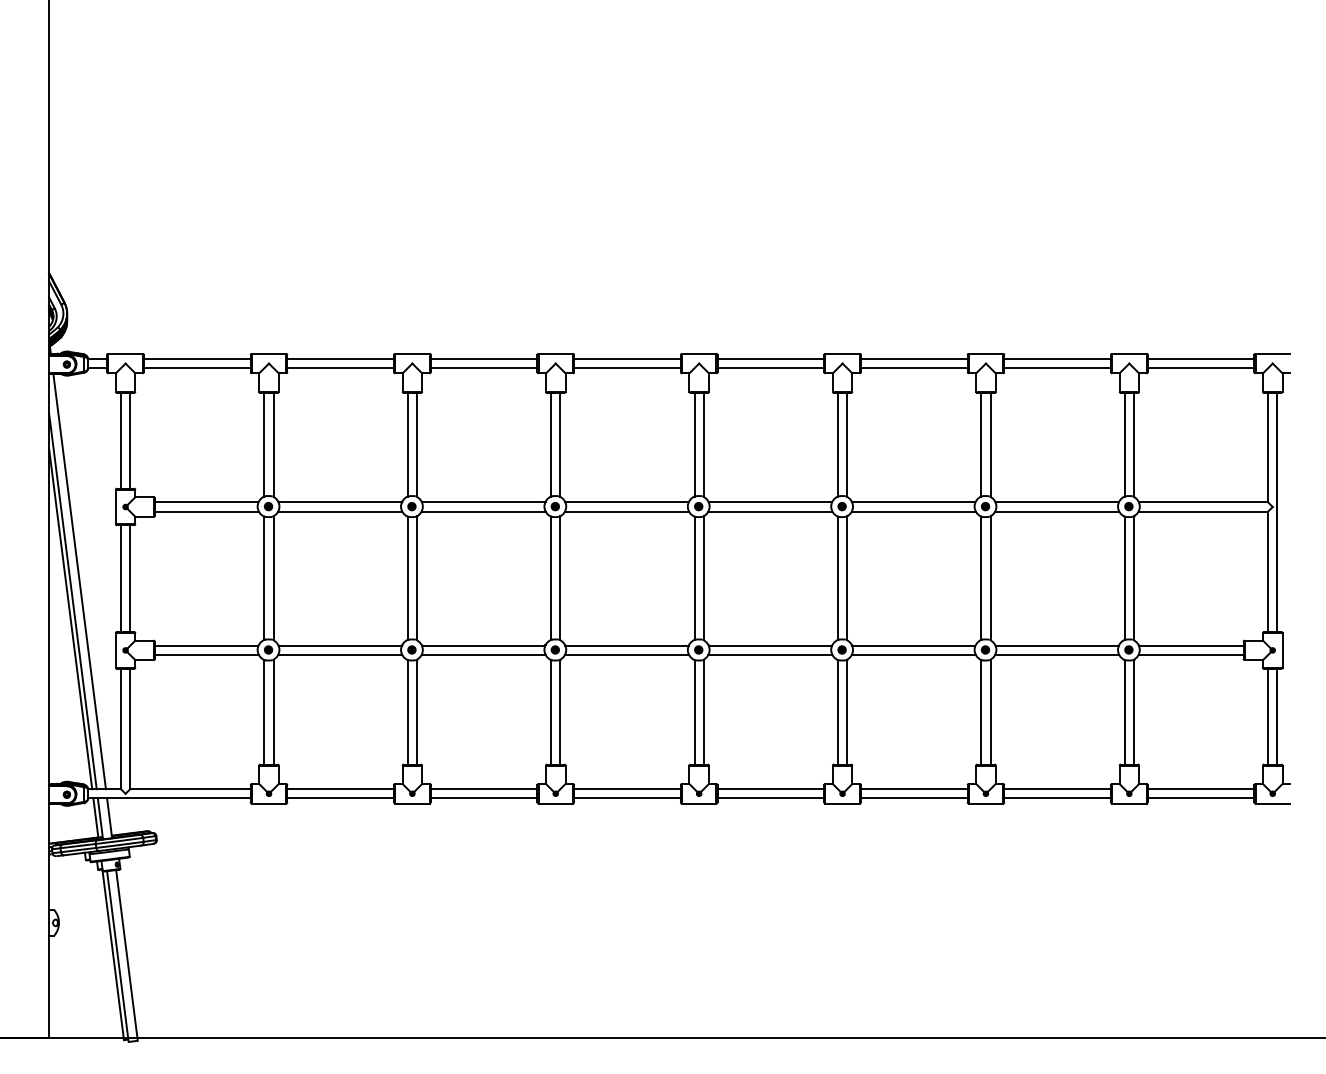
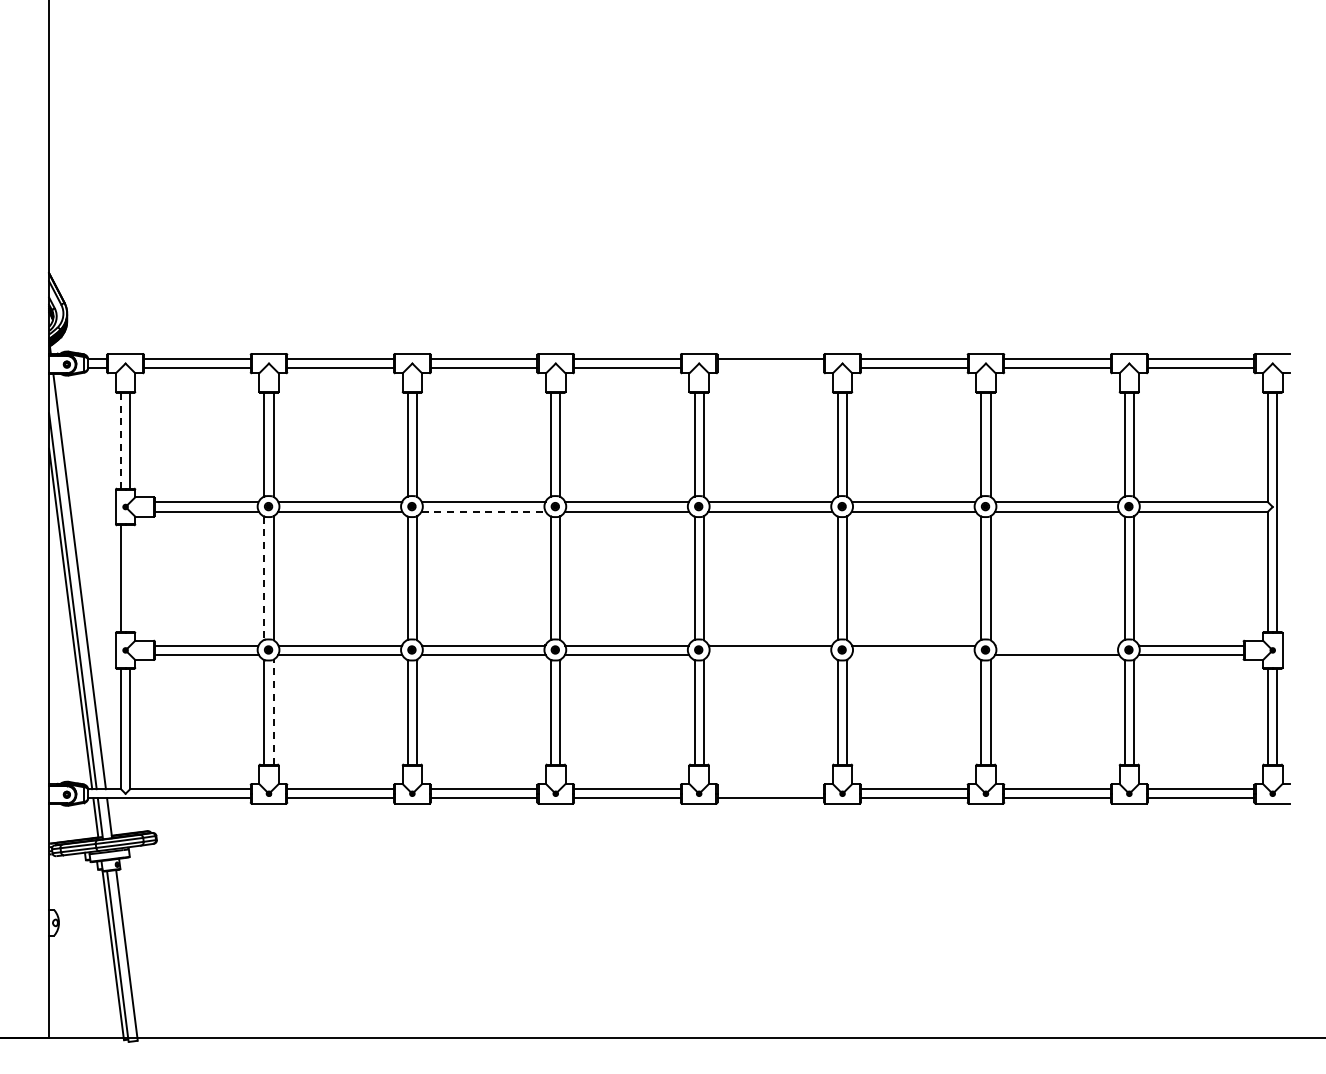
line at (770, 368): present -> none
line at (121, 440): solid -> dashed
line at (484, 511): solid -> dashed
line at (130, 578): present -> none
line at (264, 578): solid -> dashed
line at (1056, 645): present -> none
line at (770, 654): present -> none
line at (913, 654): present -> none
line at (273, 711): solid -> dashed
line at (770, 789): present -> none
